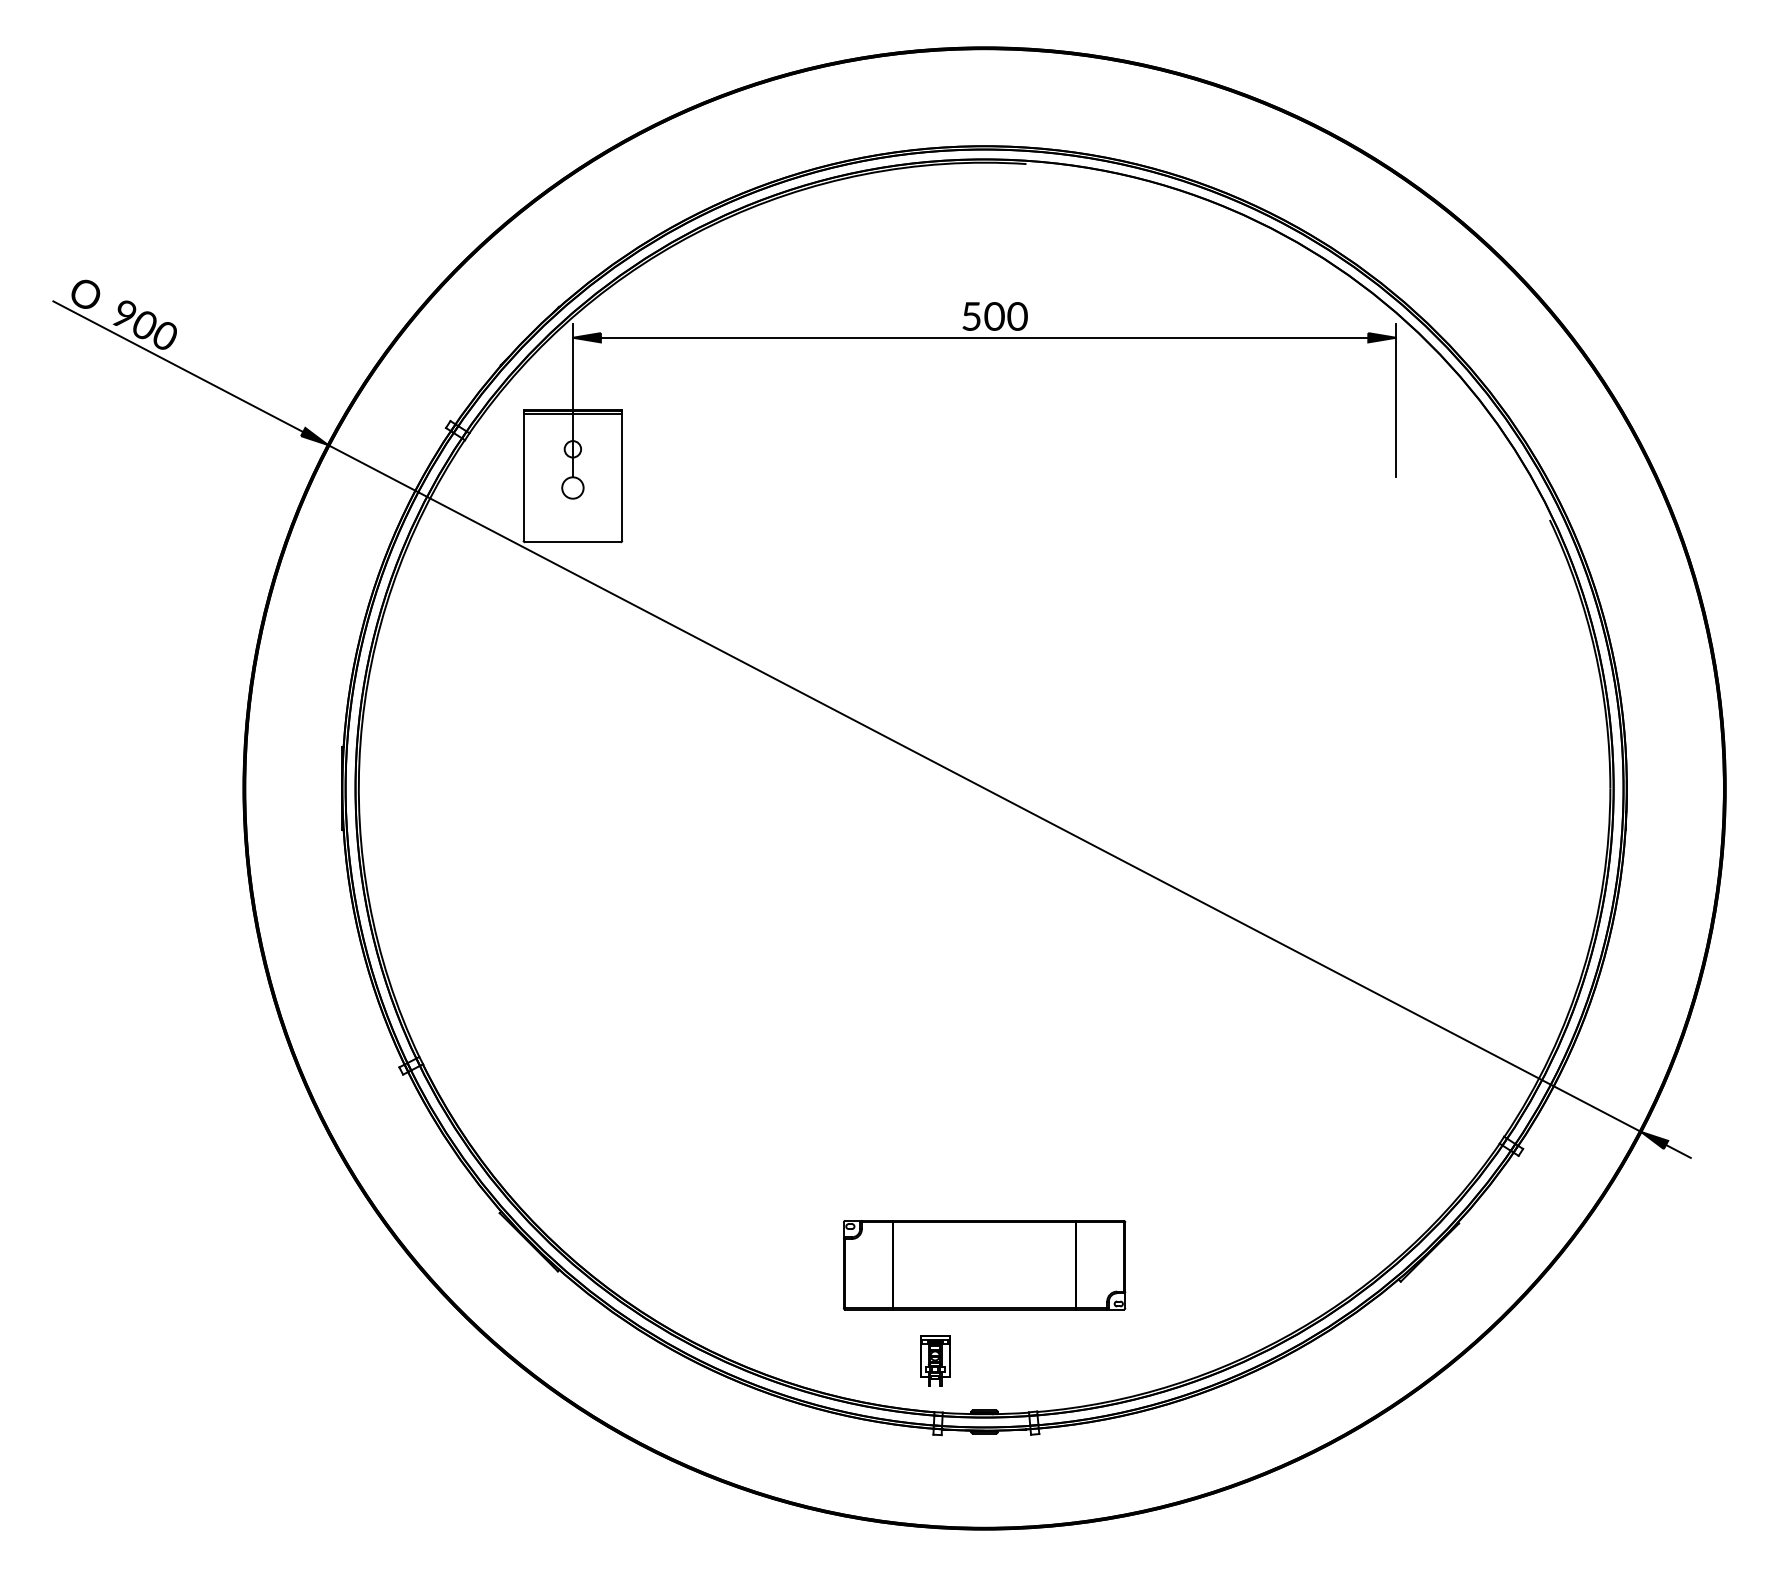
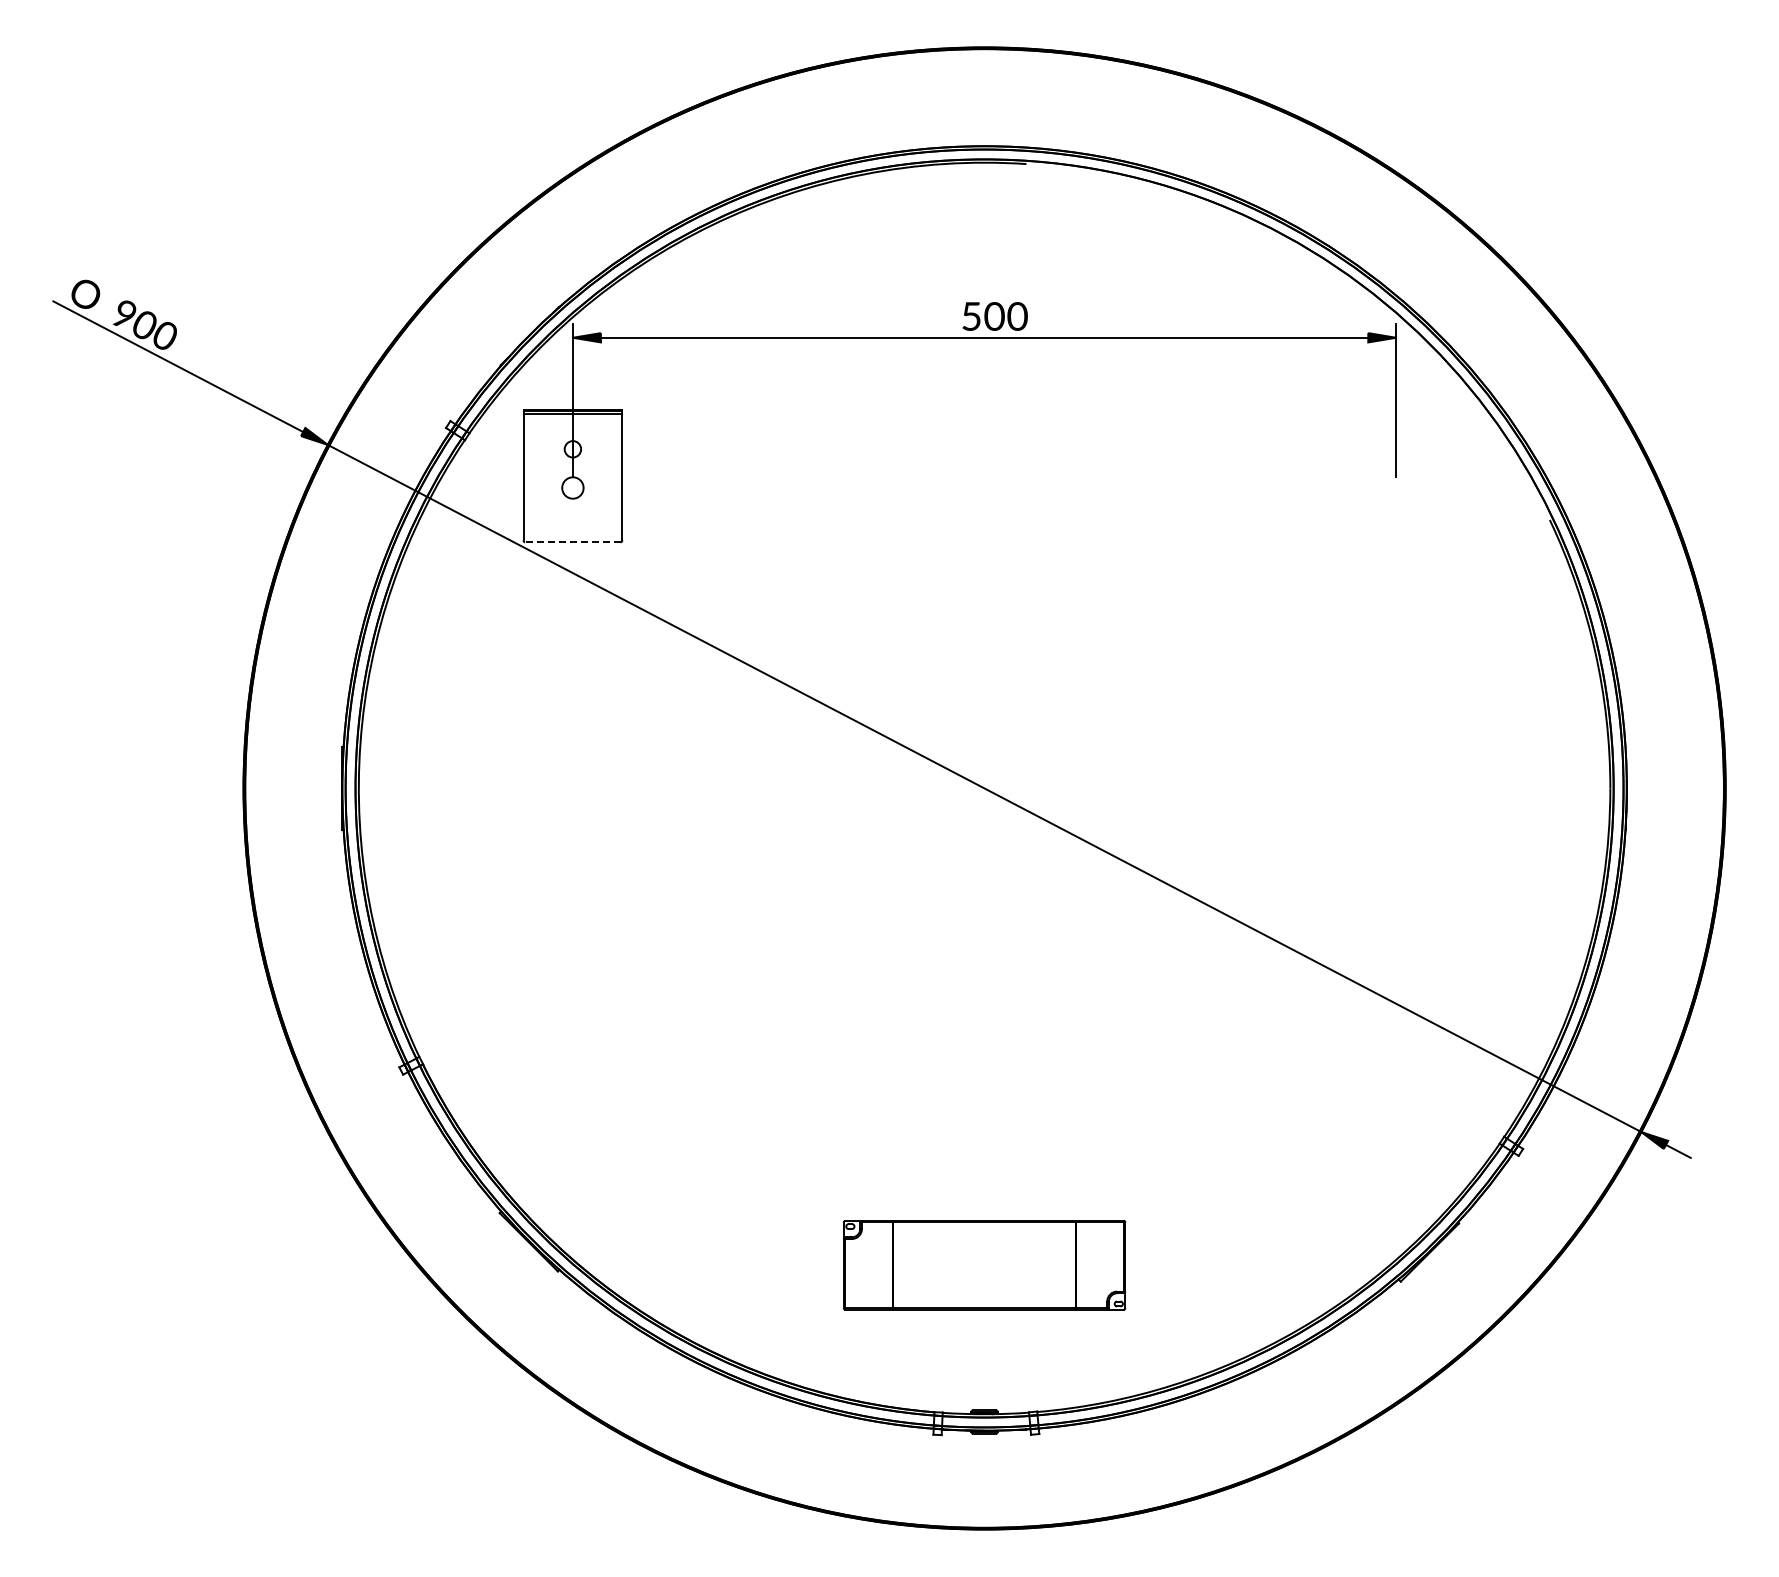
line at (572, 542): solid -> dashed
part at (935, 1360): present -> none
